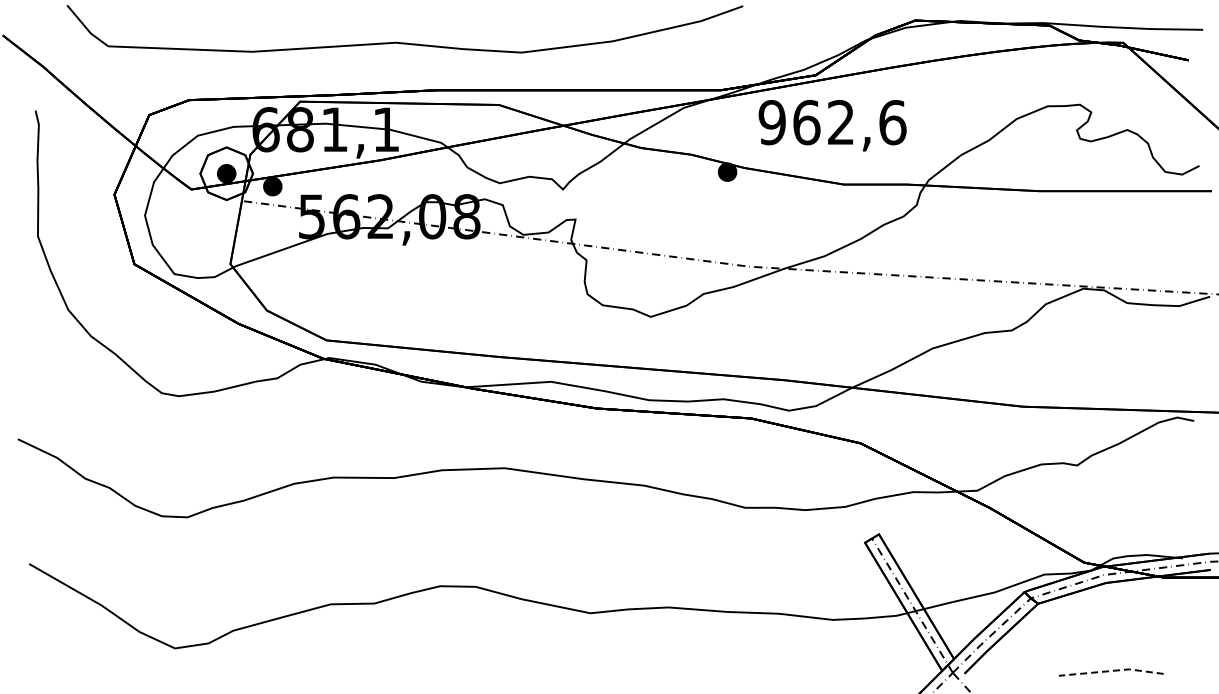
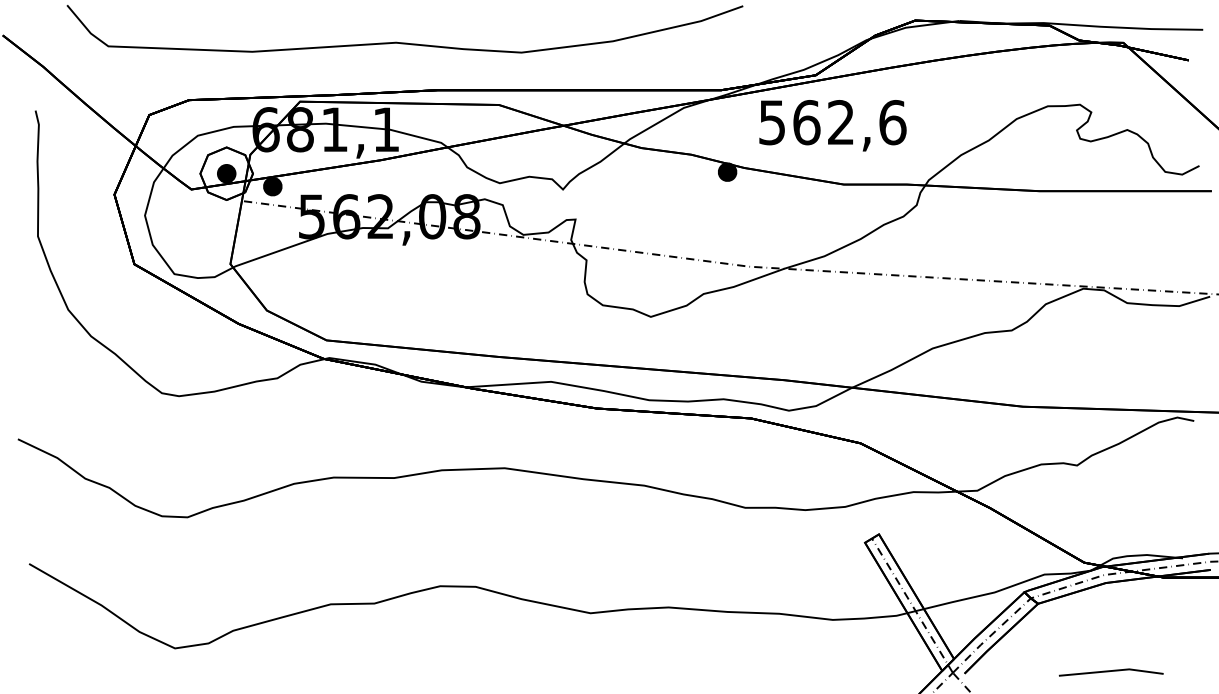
text at (771, 122): 962,6 -> 562,6
line at (1111, 671): dashed -> solid
